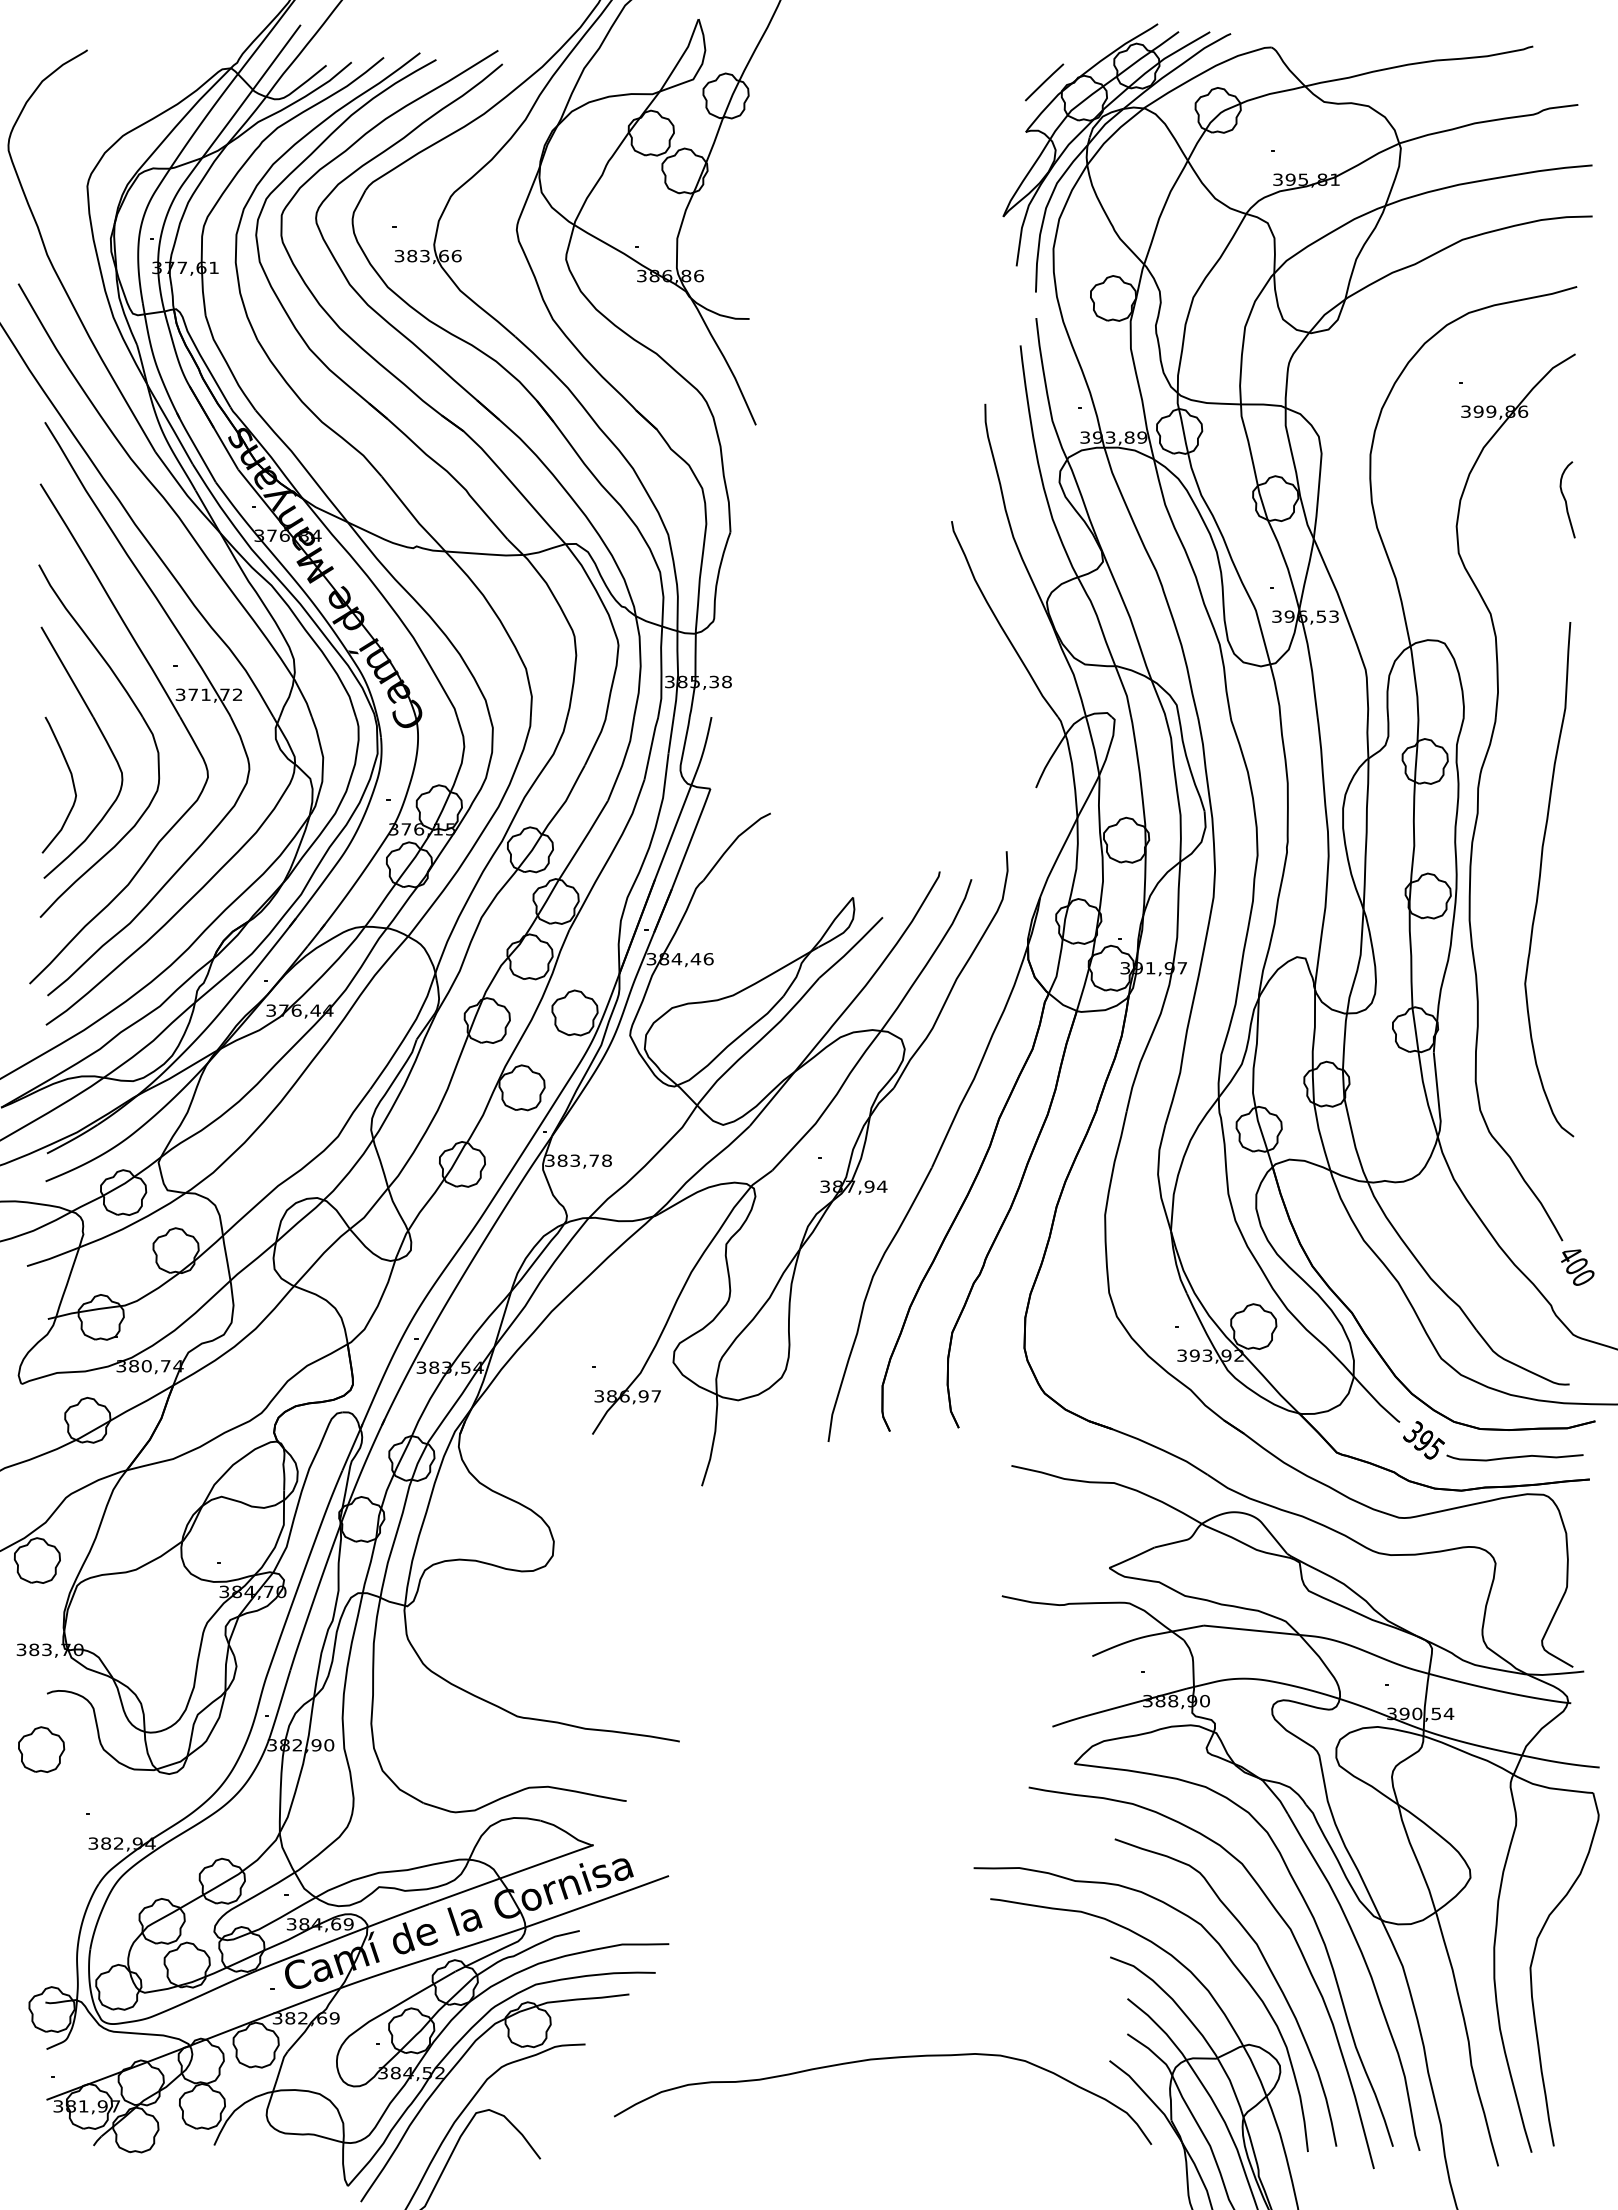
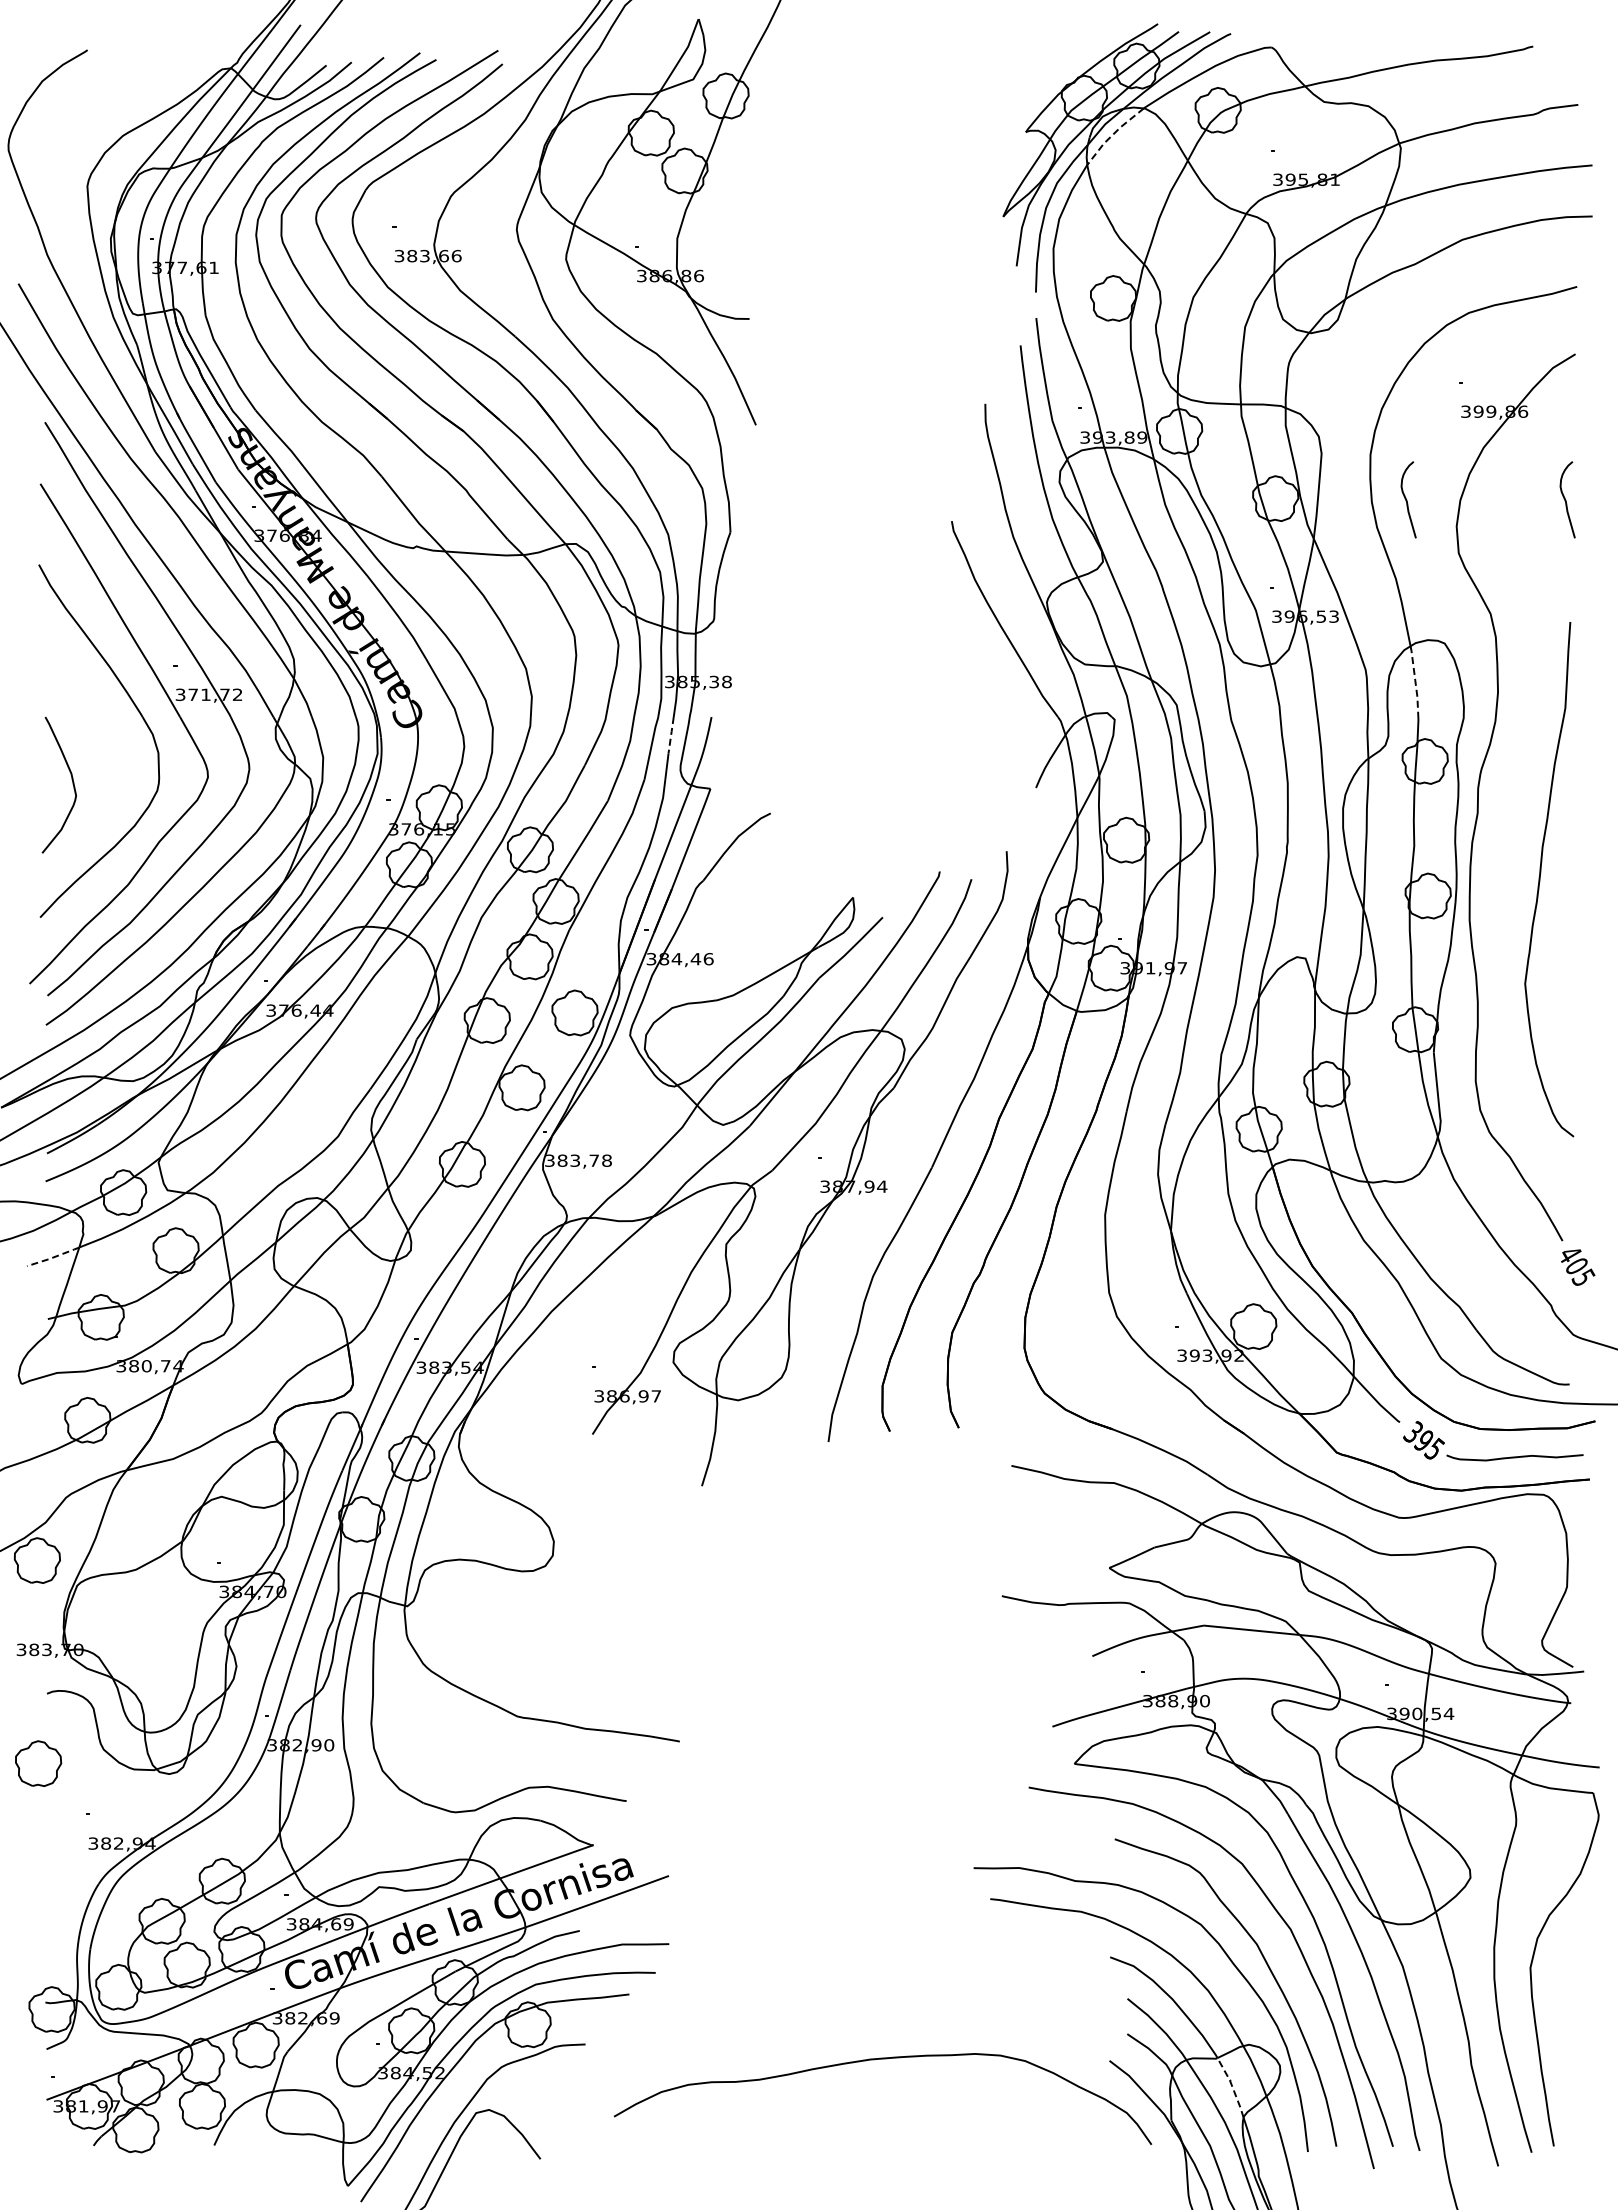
line at (1044, 82): present -> none
line at (1113, 134): solid -> dashed
curve at (1407, 500): none -> present
line at (1415, 682): solid -> dashed
line at (671, 734): solid -> dashed
part at (102, 736): present -> none
line at (53, 1257): solid -> dashed
text at (1583, 1276): 400 -> 405
part at (41, 1749) position: (41, 1749) -> (38, 1763)
line at (1232, 2086): solid -> dashed
